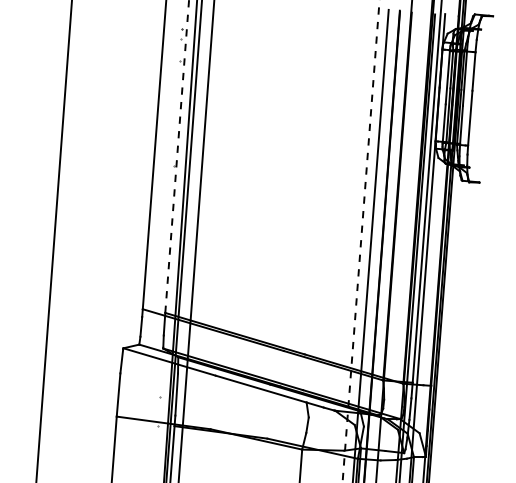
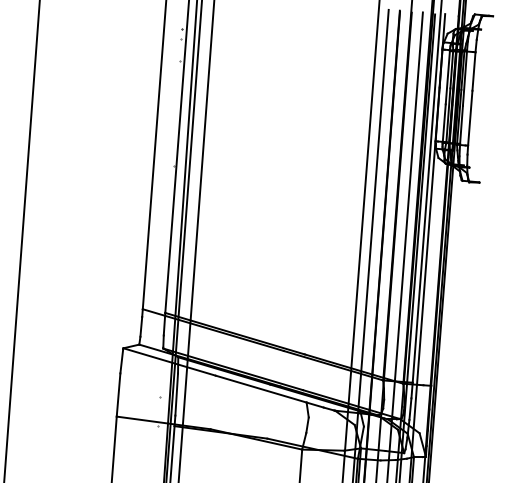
line at (177, 156): dashed -> solid
line at (53, 240) position: (53, 240) -> (21, 240)
line at (361, 240): dashed -> solid
line at (404, 245): none -> present
